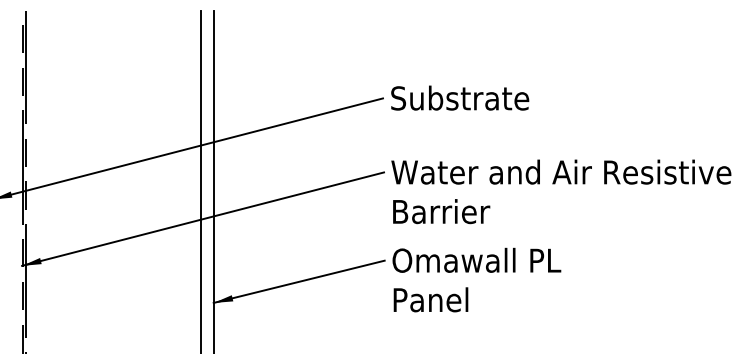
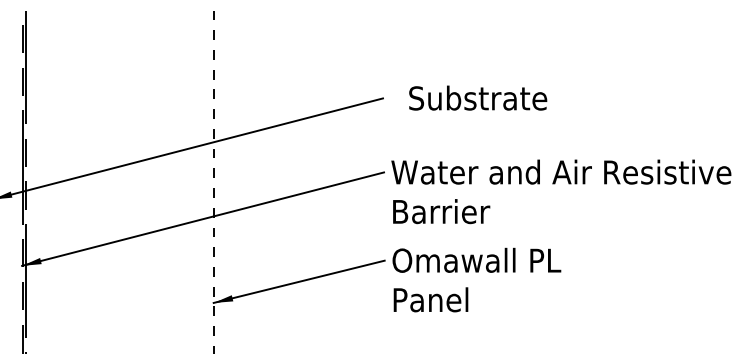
text at (460, 97) position: (460, 97) -> (478, 97)
line at (201, 180): present -> none
line at (213, 182): solid -> dashed
